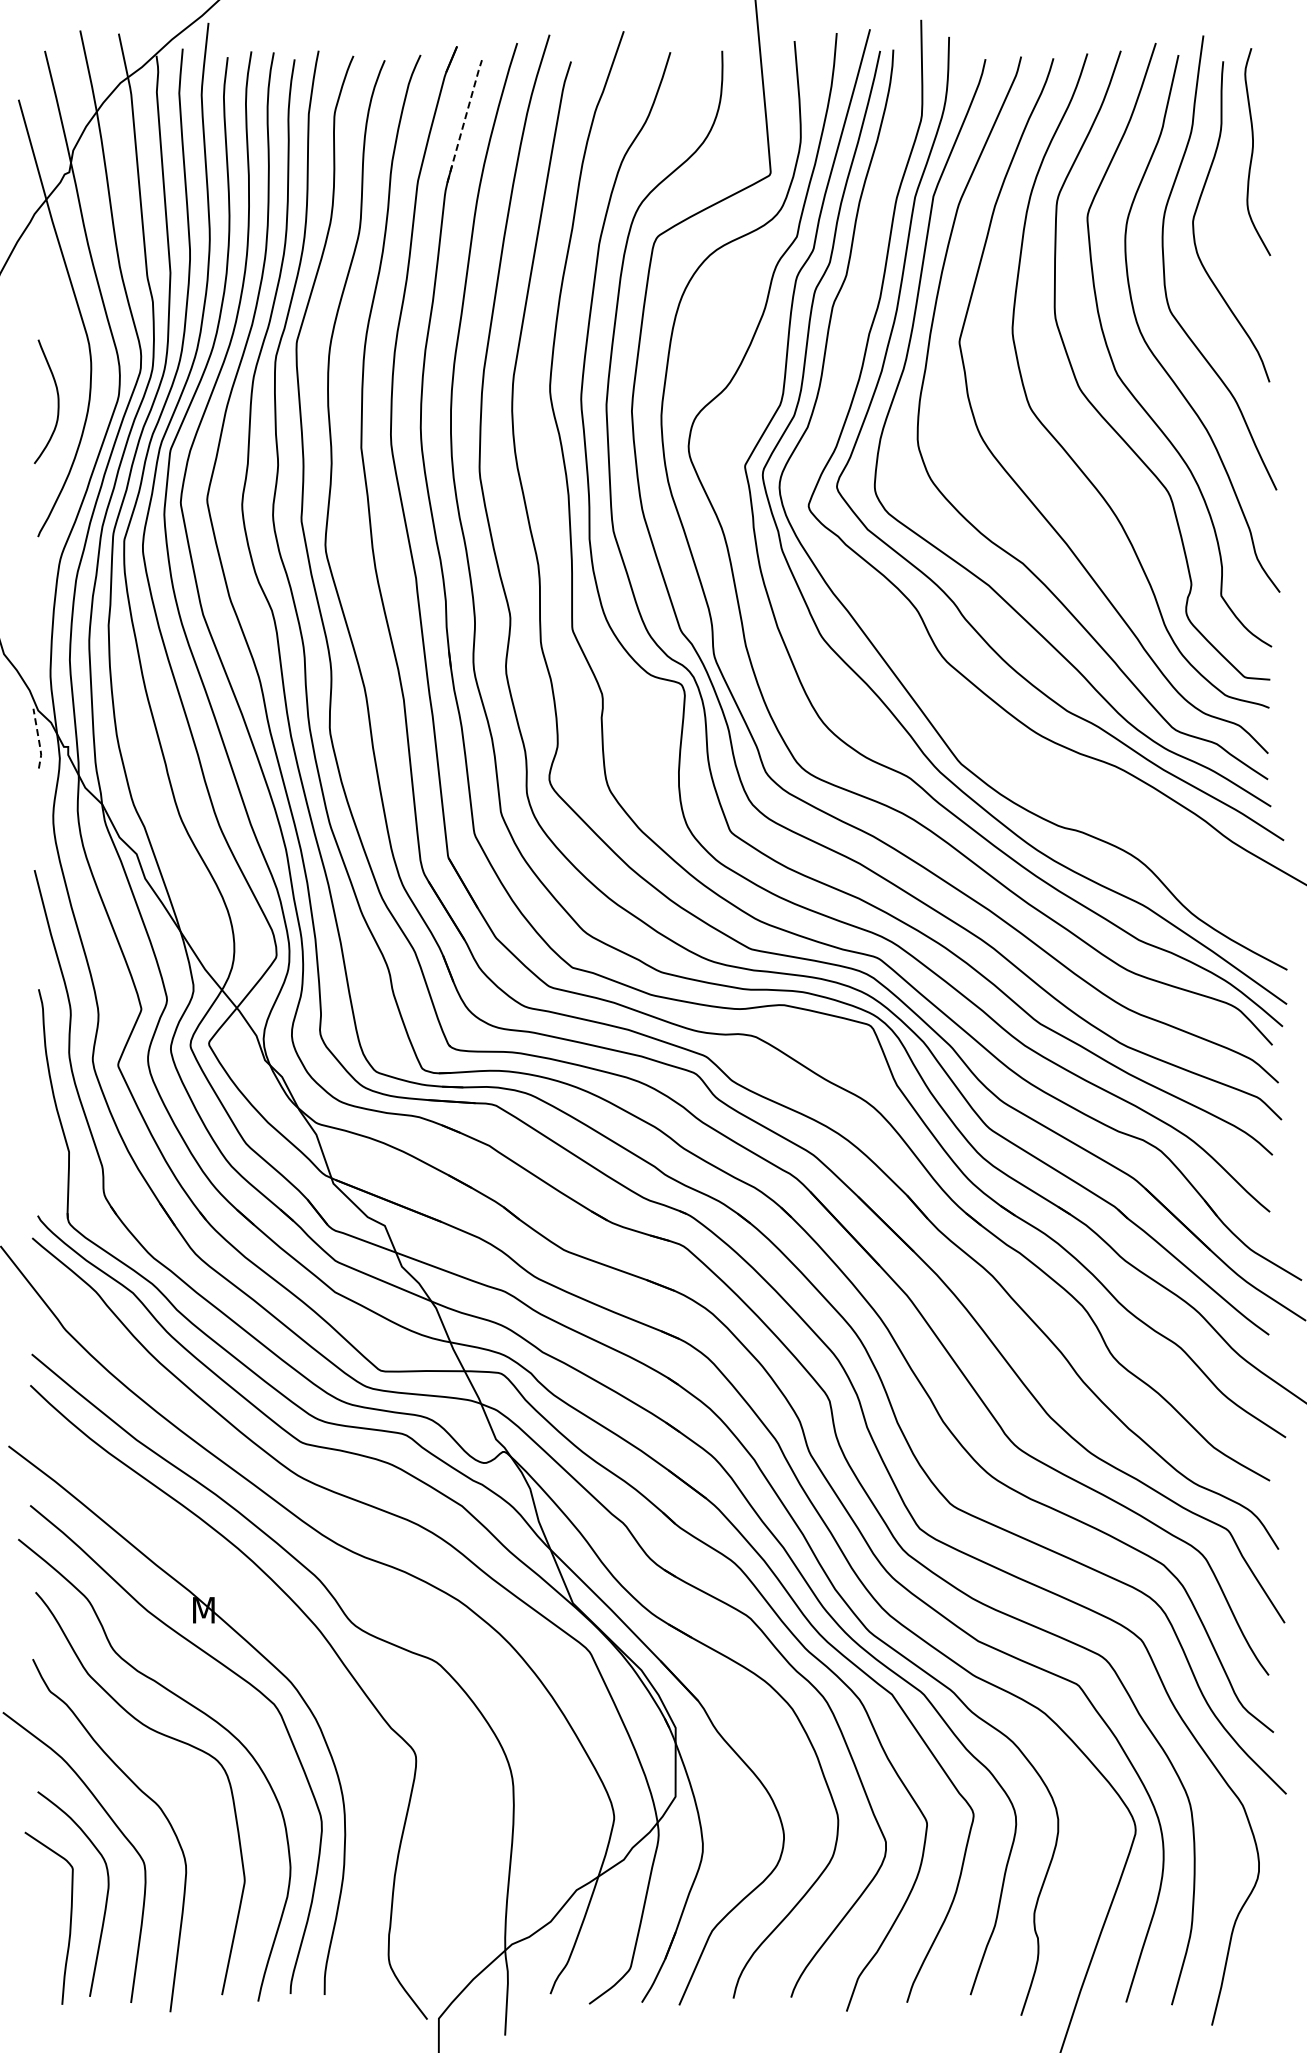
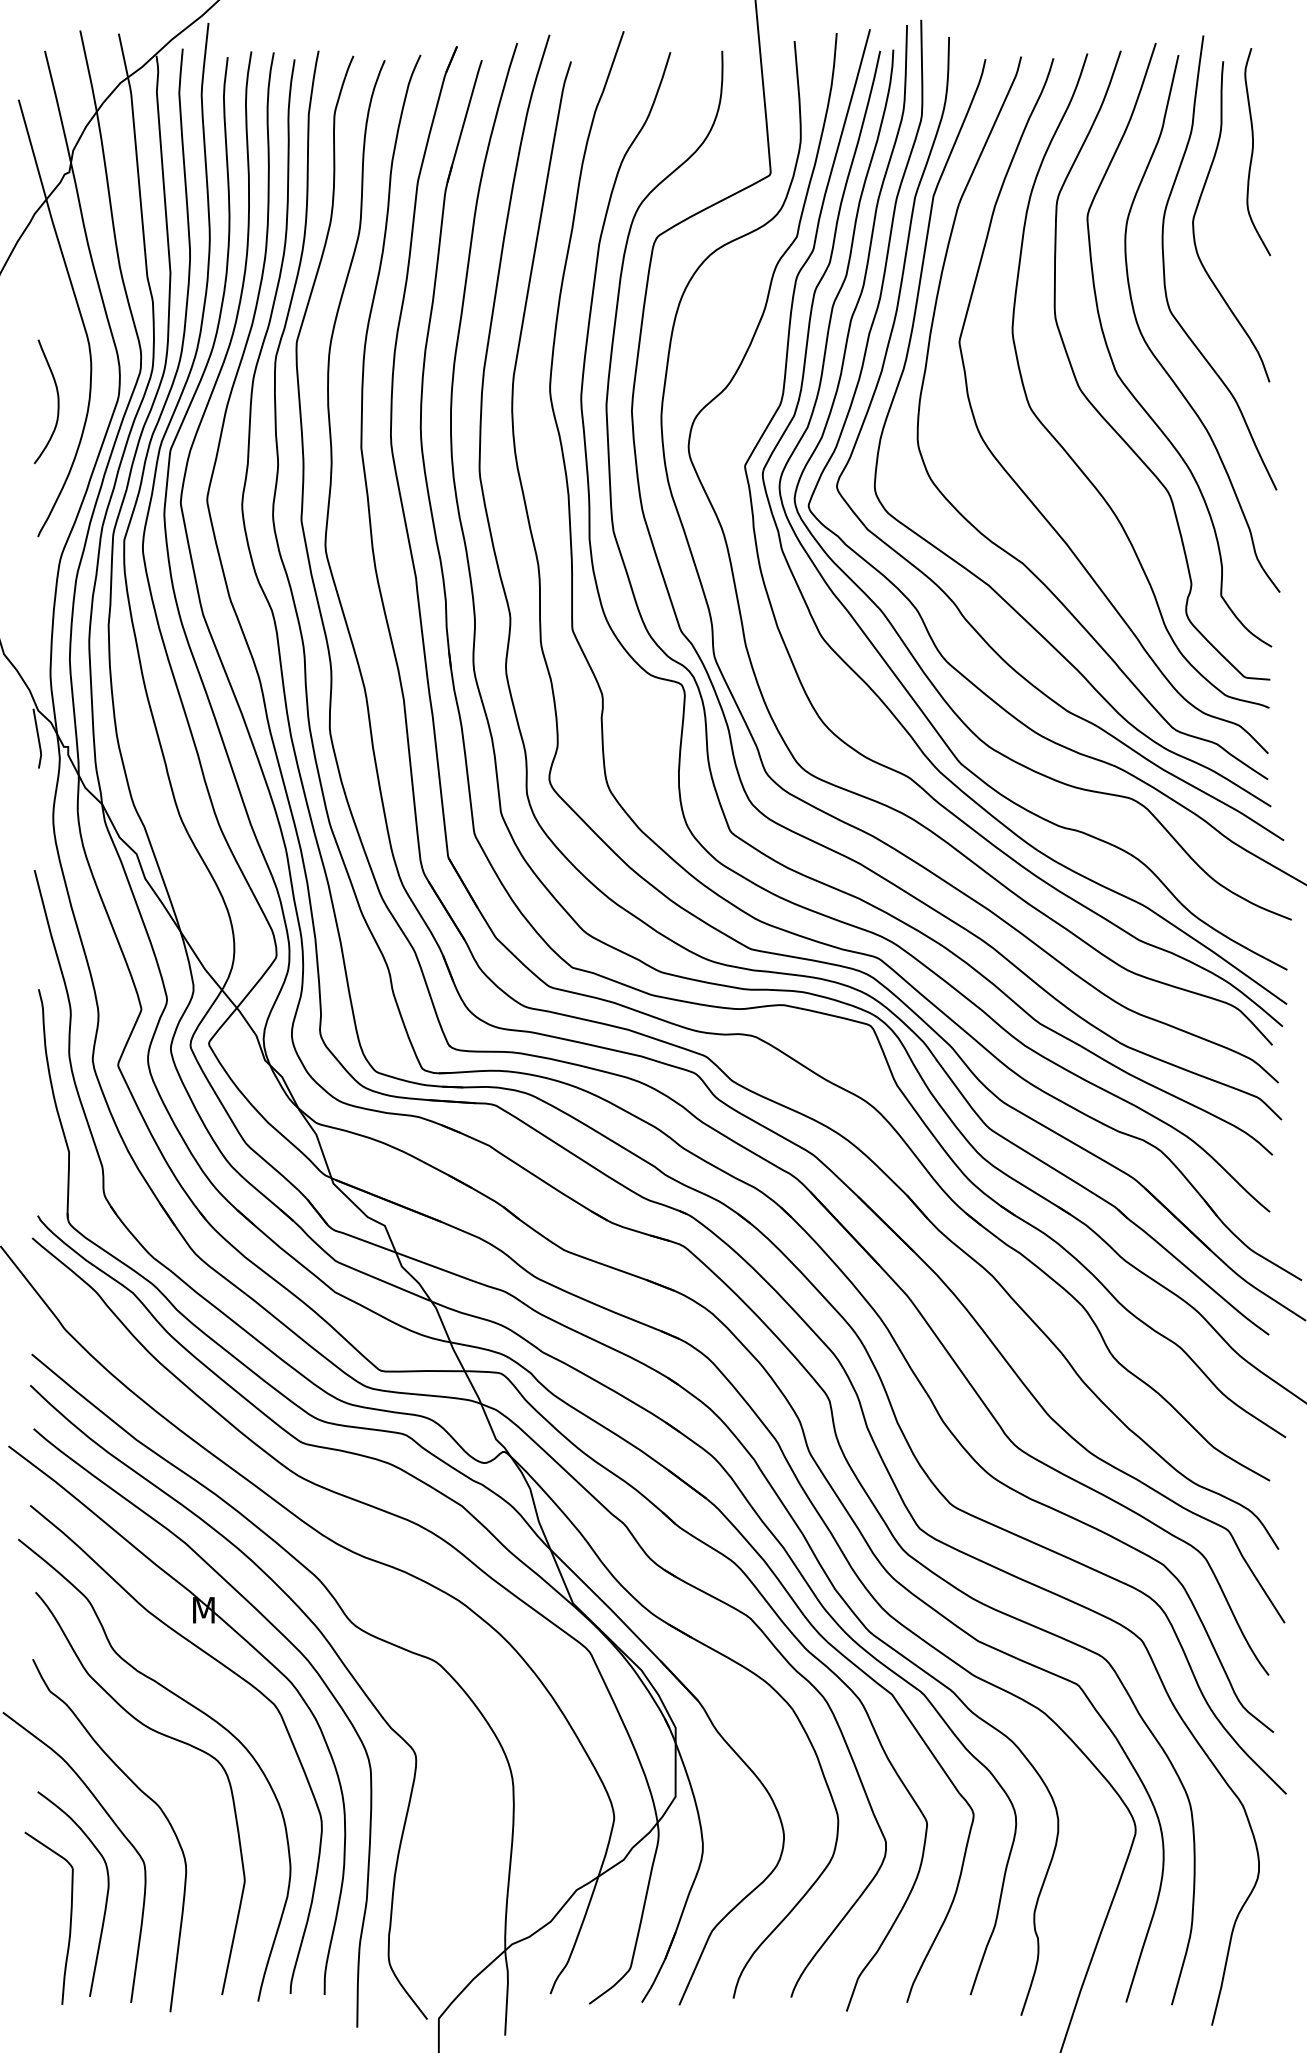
line at (464, 121): dashed -> solid
curve at (882, 610): none -> present
line at (38, 740): dashed -> solid
curve at (288, 1641): none -> present
